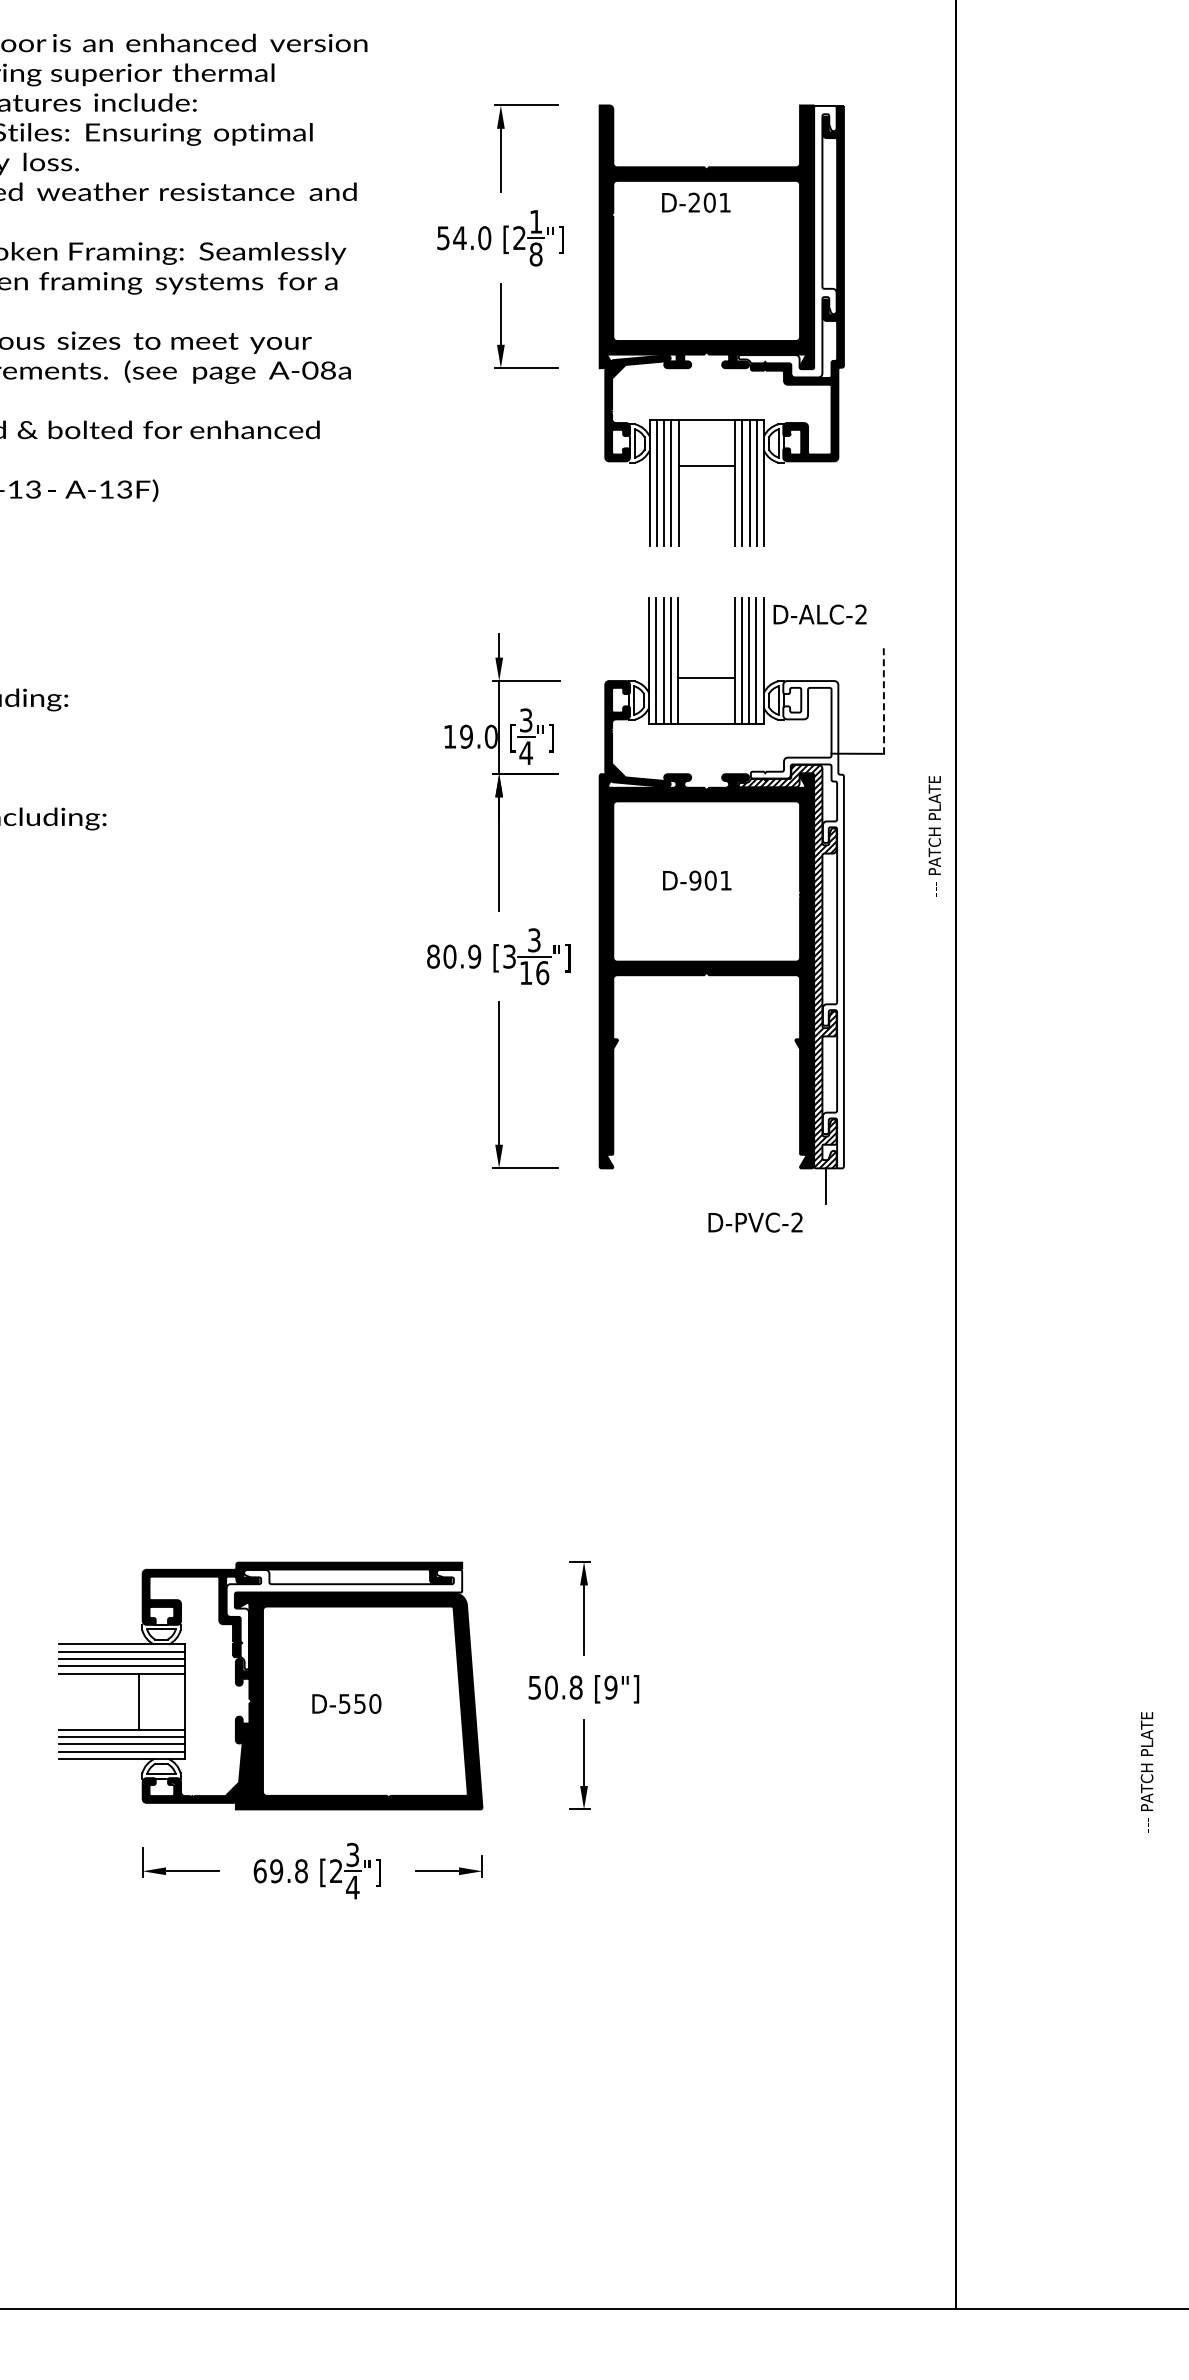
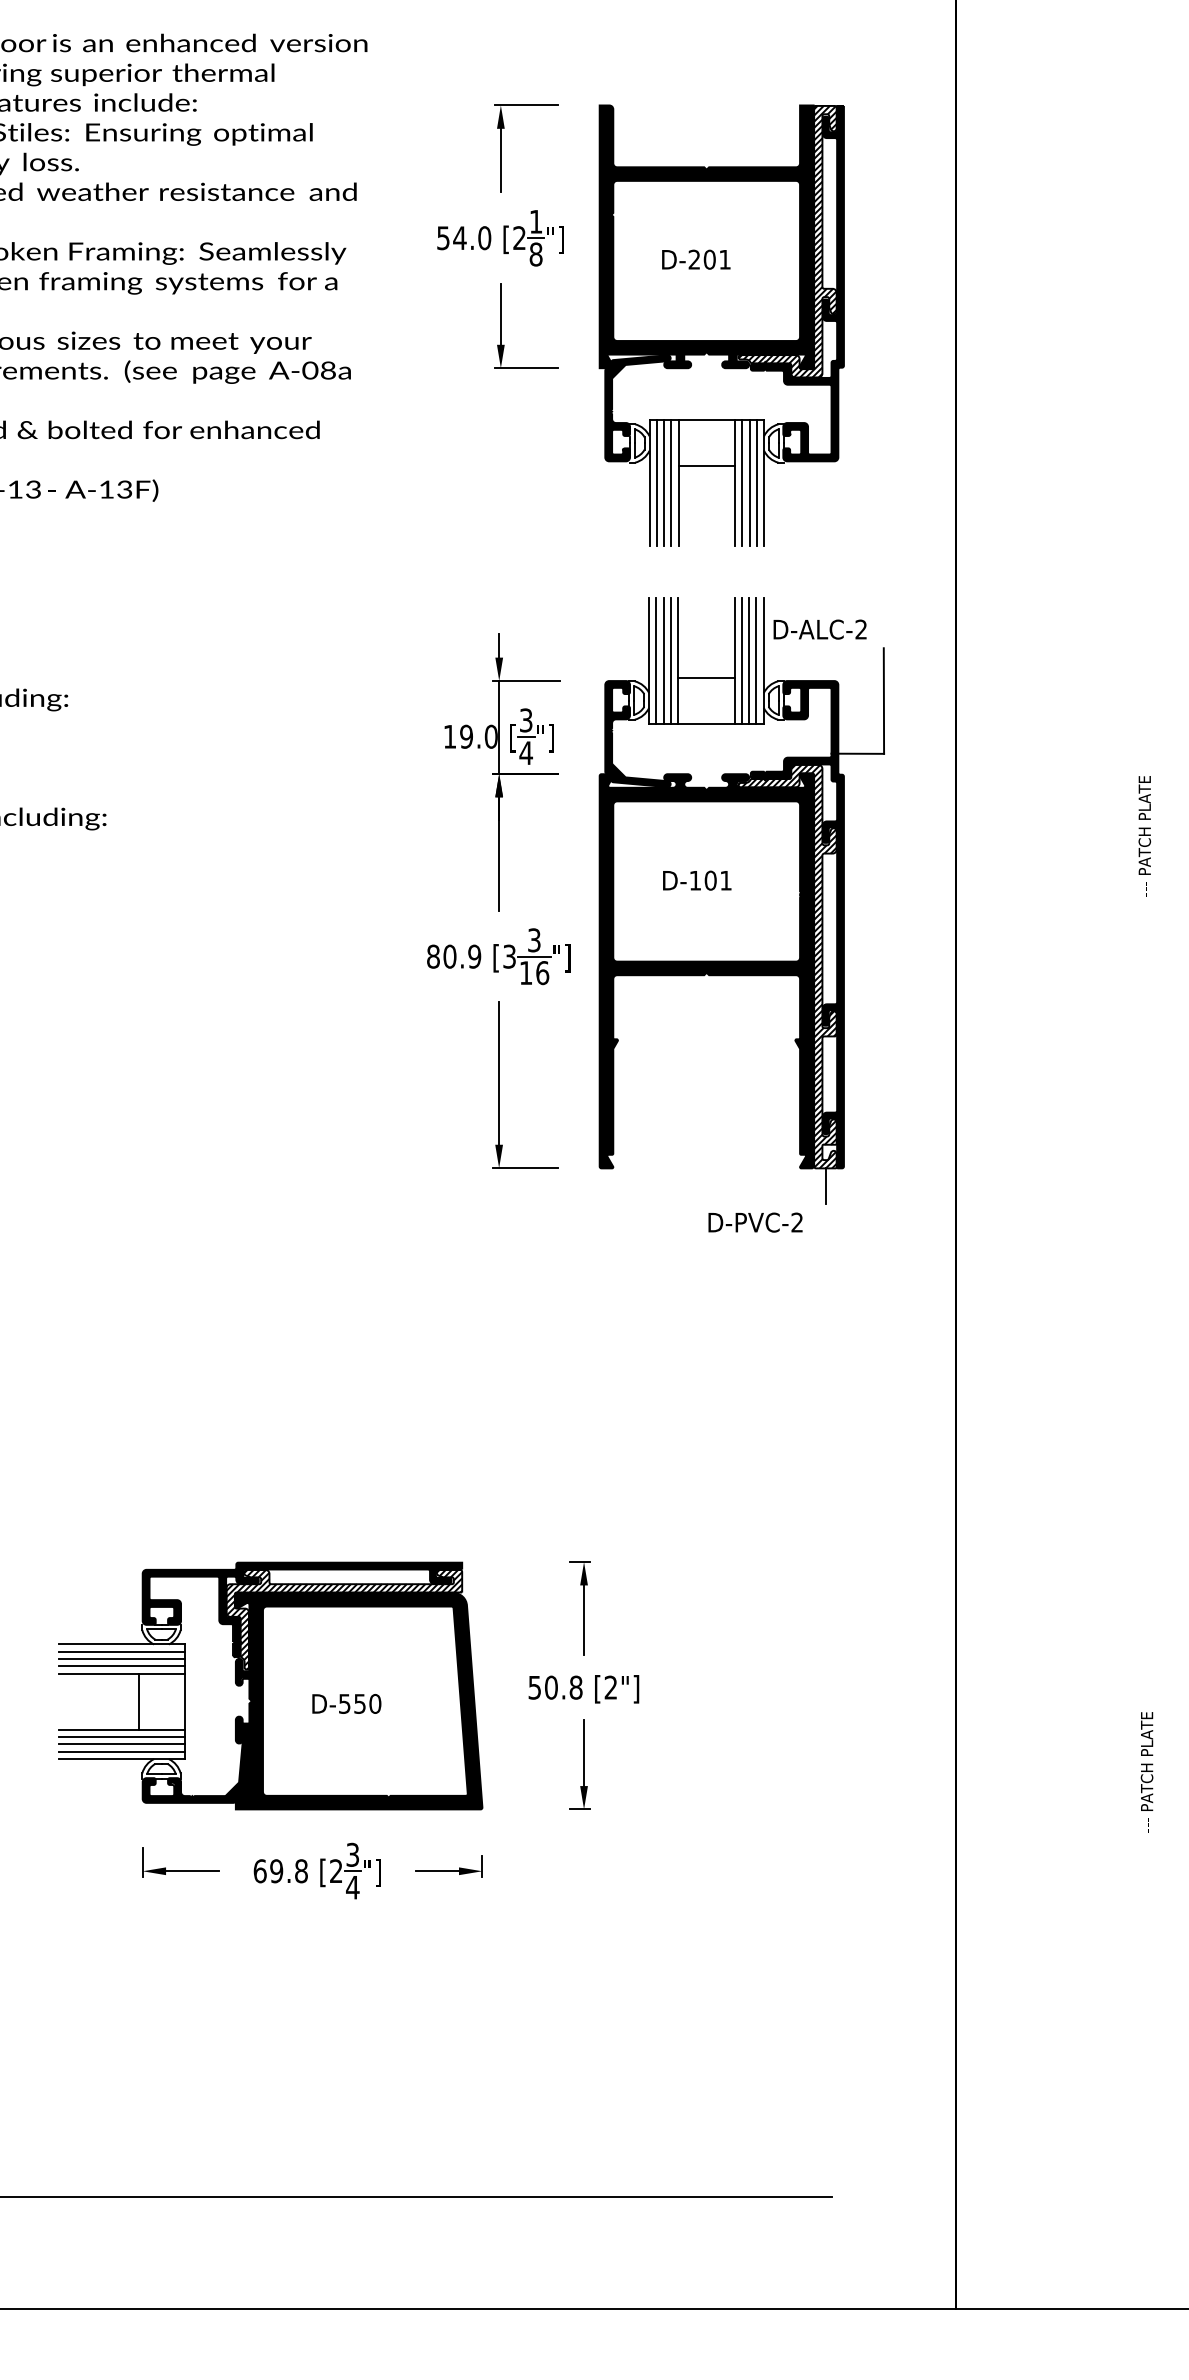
text at (696, 202) position: (696, 202) -> (696, 259)
hatch at (787, 241): none -> present
text at (819, 614) position: (819, 614) -> (819, 629)
line at (883, 701): dashed -> solid
text at (934, 836) position: (934, 836) -> (1144, 836)
text at (695, 880): D-901 -> D-101
fill at (796, 924): none -> present
hatch at (344, 1619): none -> present
text at (610, 1687): [9"] -> [2"]
line at (416, 2197): none -> present
